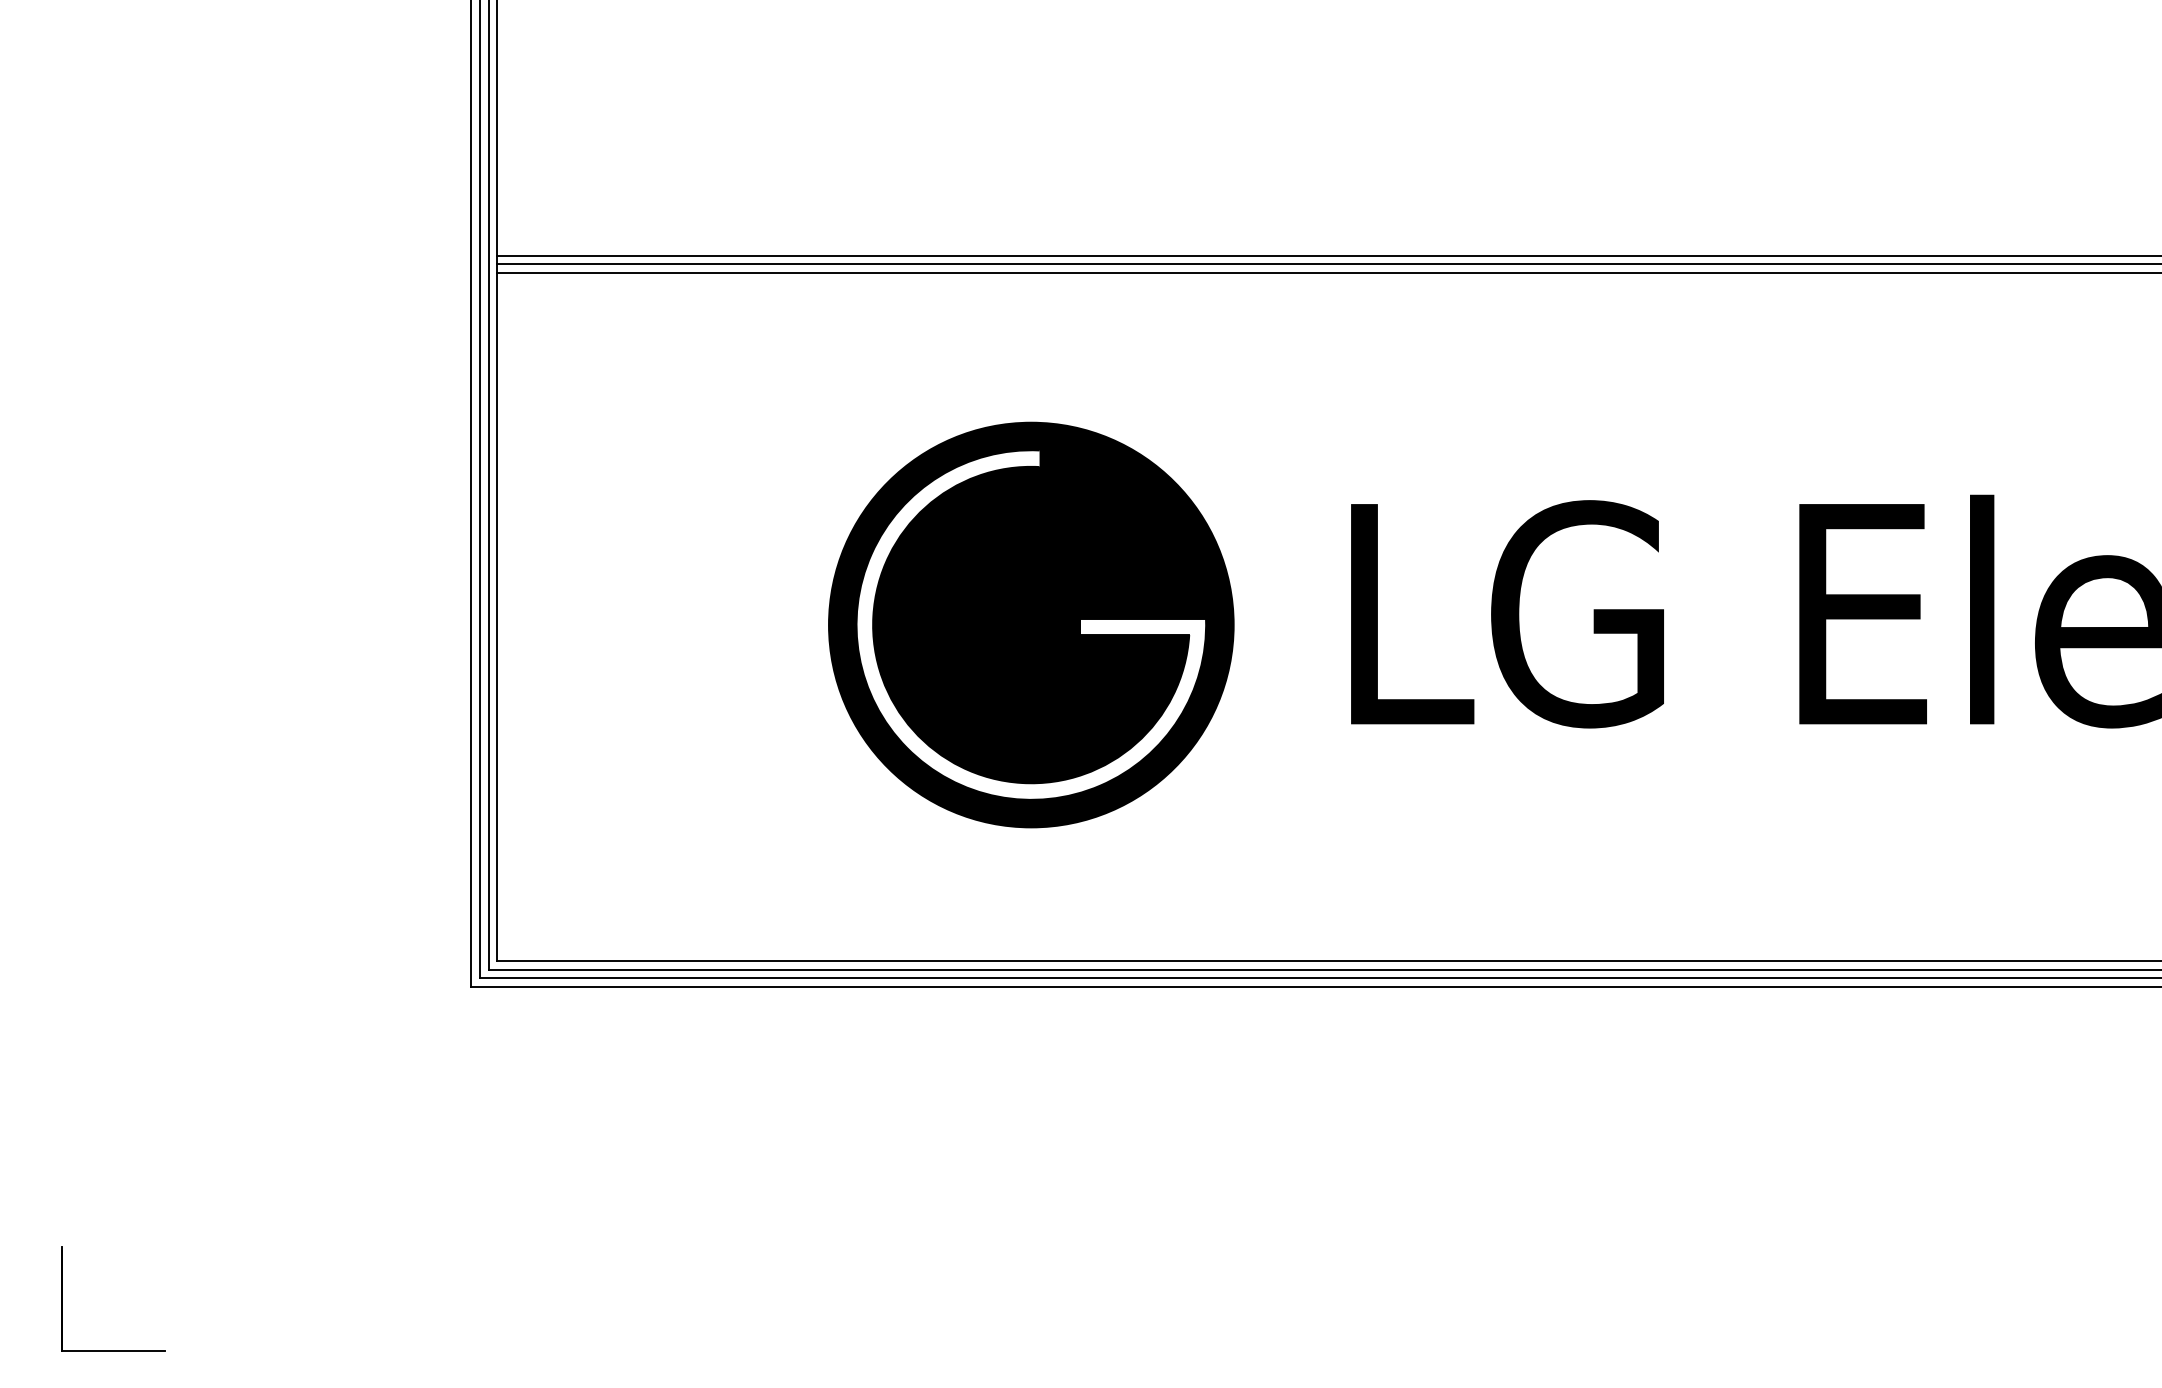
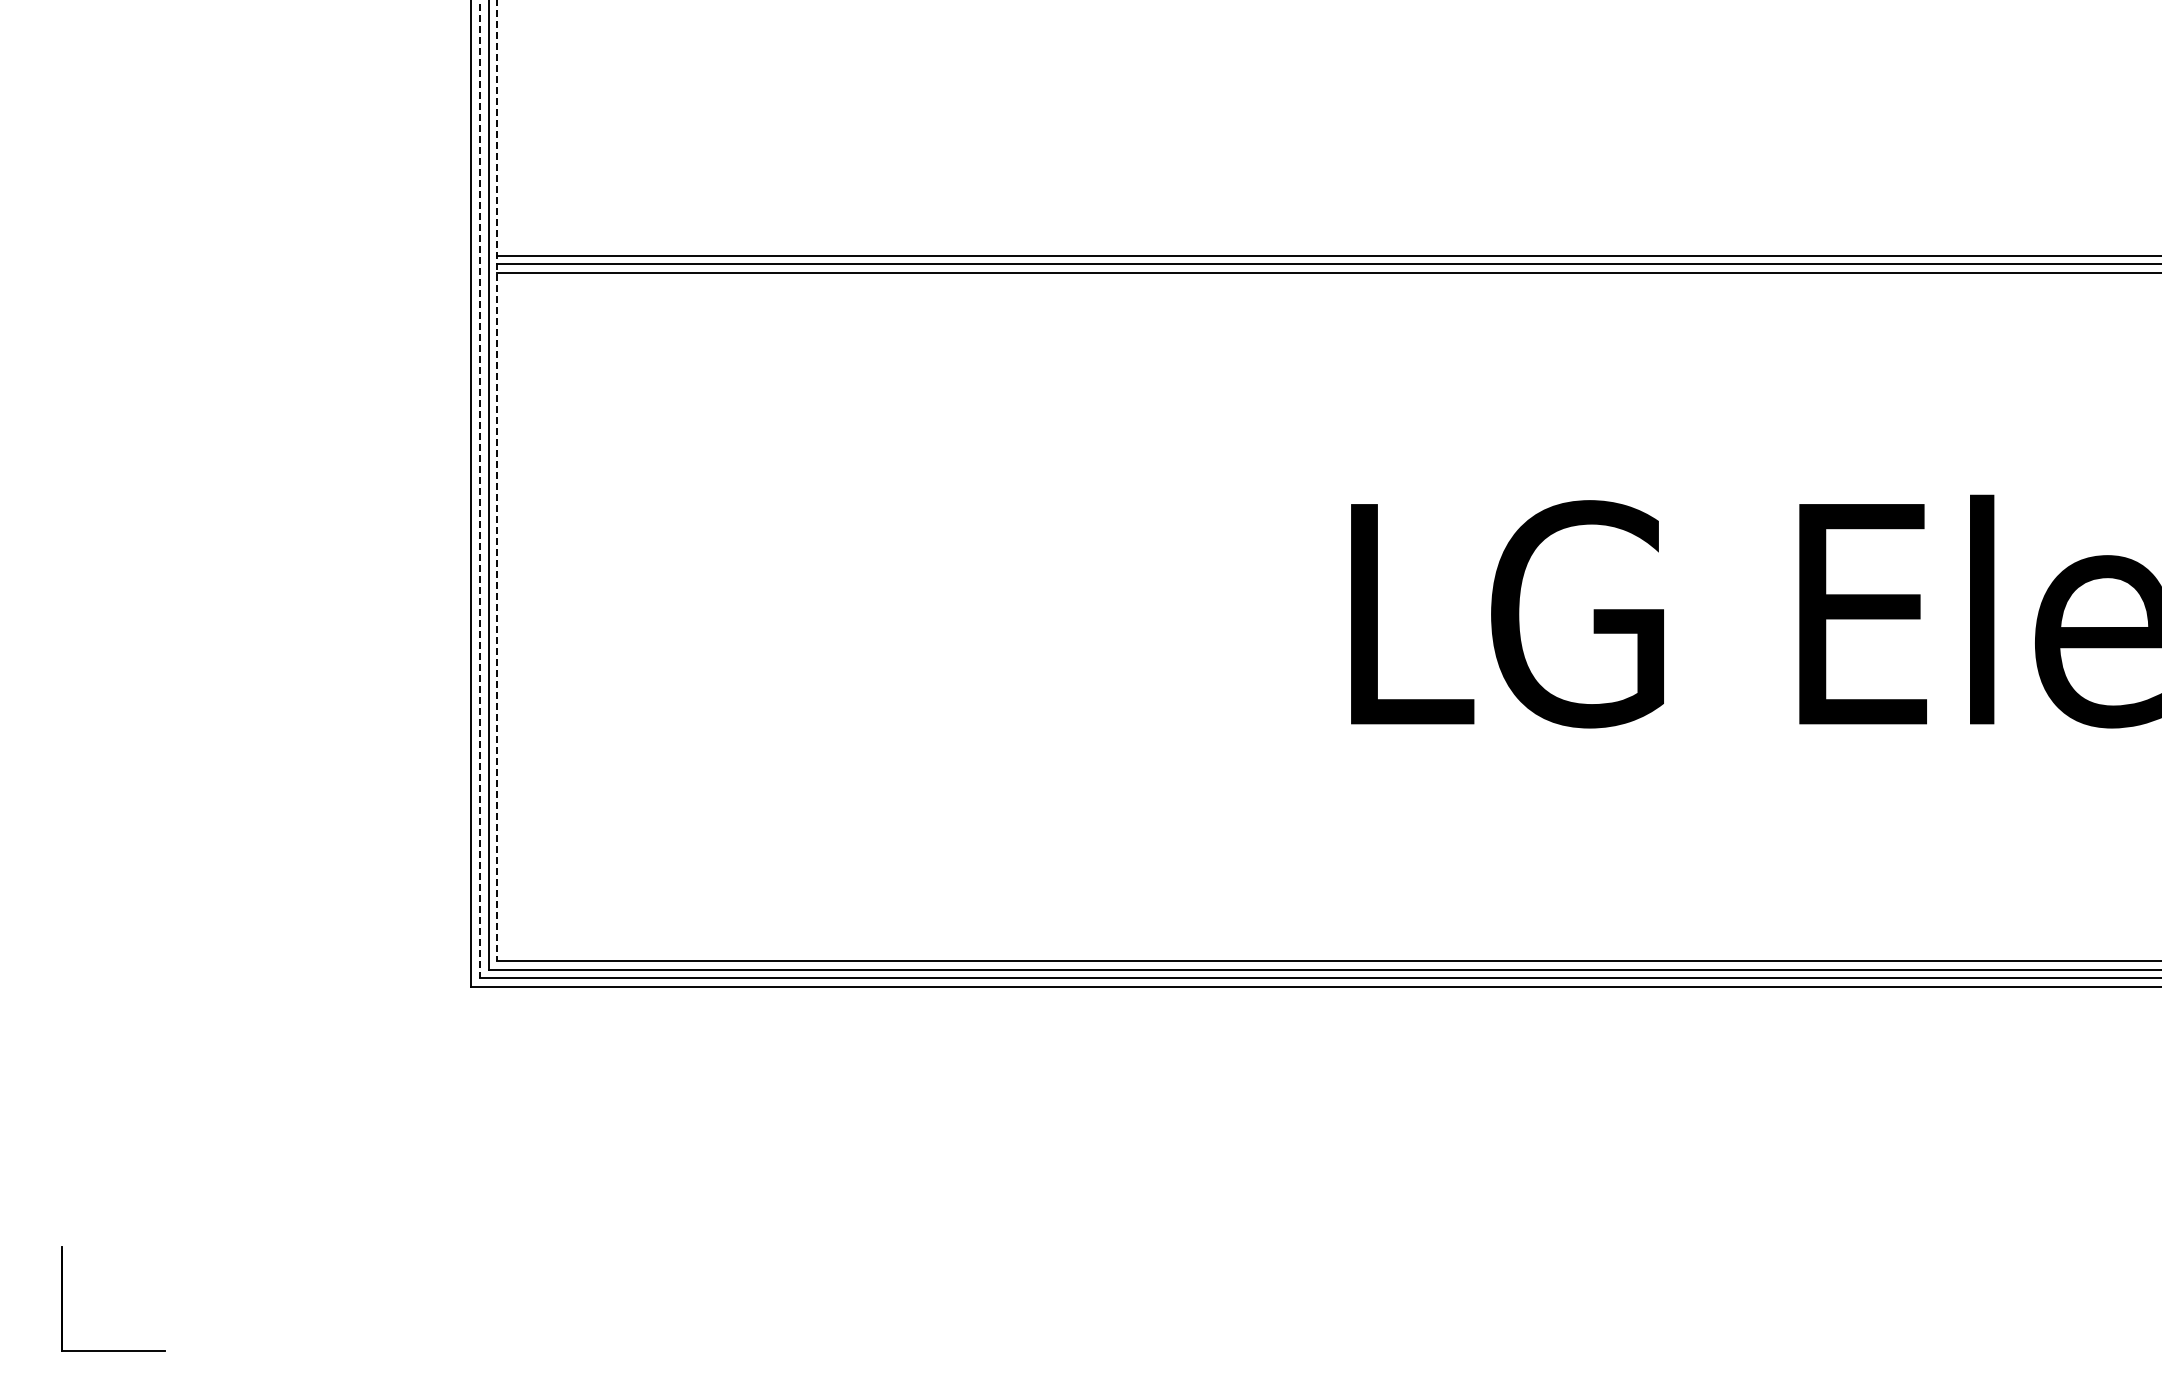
line at (497, 480): solid -> dashed
line at (479, 489): solid -> dashed
part at (1031, 624): present -> none
